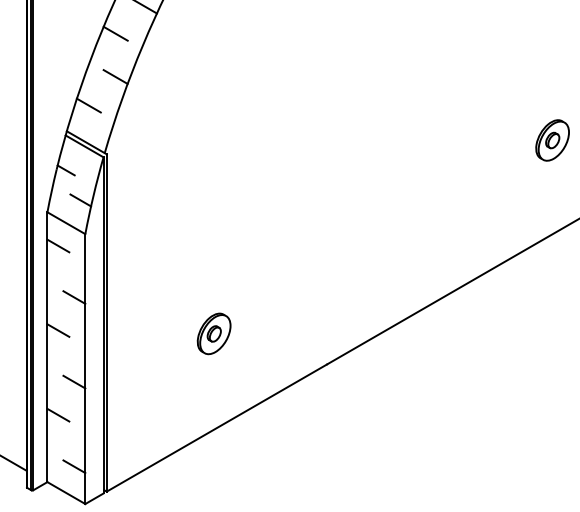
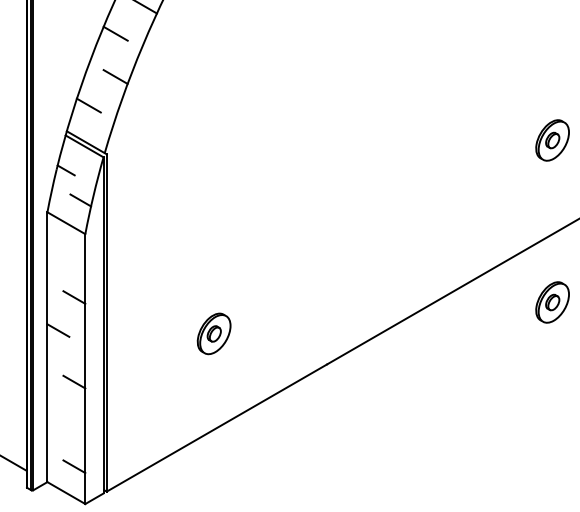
line at (58, 245): present -> none
part at (552, 302): none -> present
line at (58, 414): present -> none
